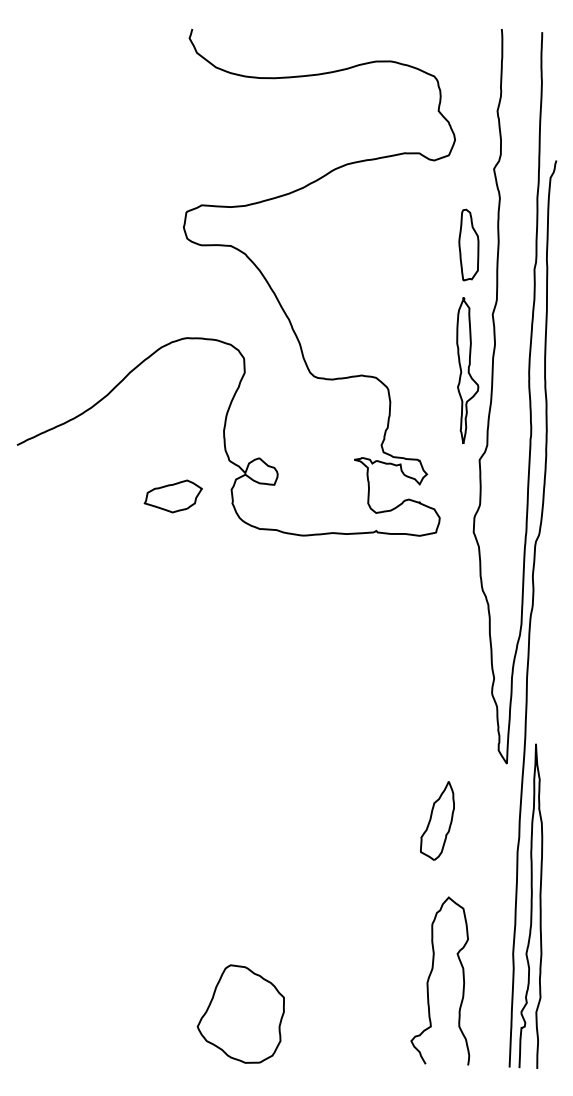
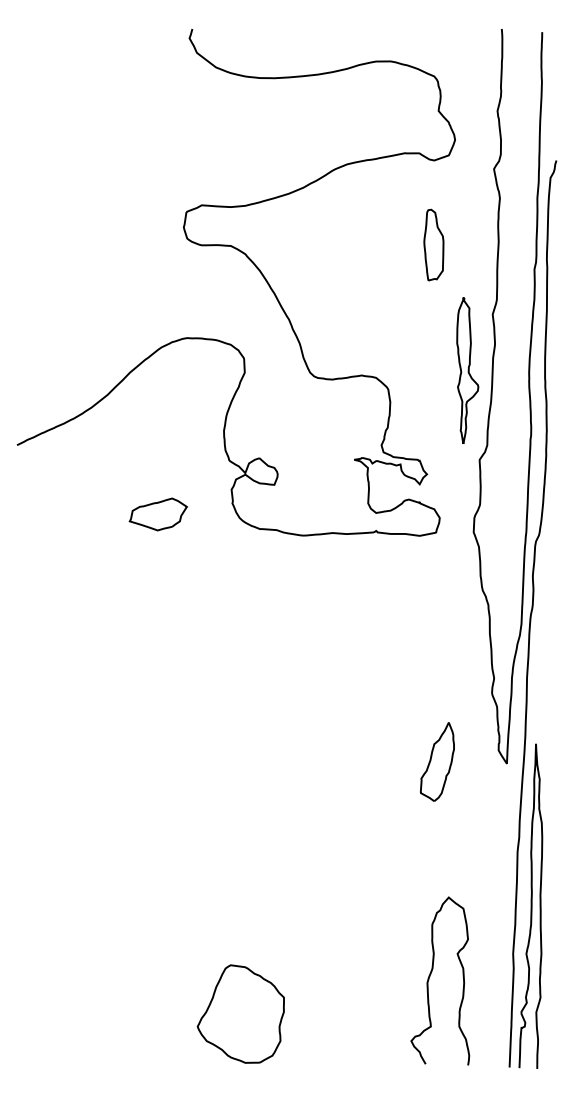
part at (468, 244) position: (468, 244) -> (433, 244)
part at (172, 496) position: (172, 496) -> (157, 514)
part at (437, 820) position: (437, 820) -> (437, 761)
